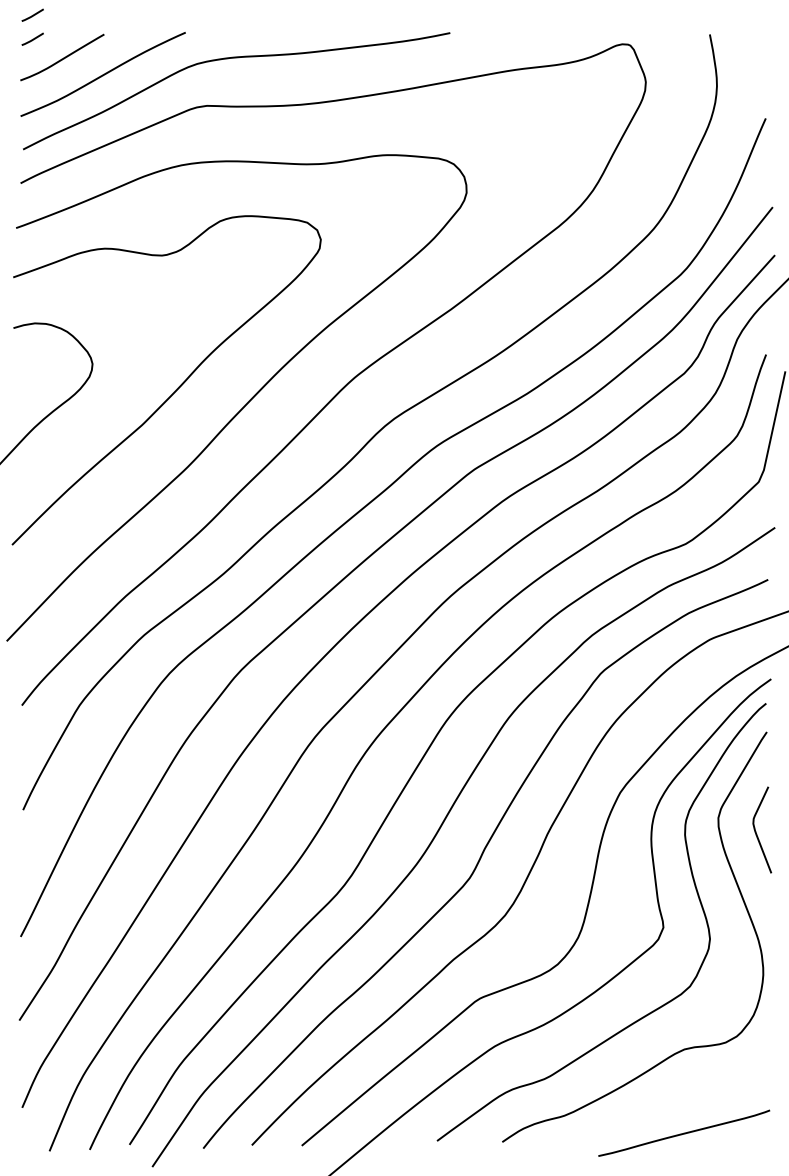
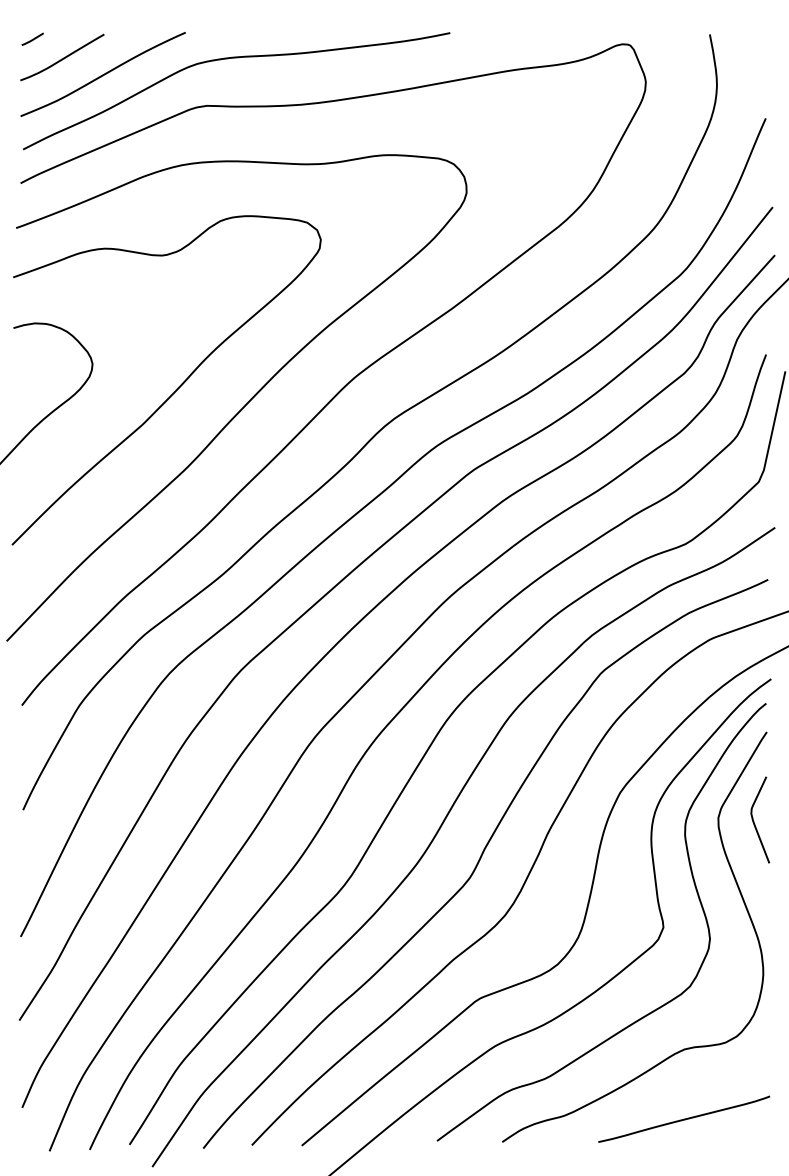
line at (33, 14): present -> none
curve at (756, 831) position: (756, 831) -> (754, 821)
curve at (684, 1132) position: (684, 1132) -> (684, 1118)
